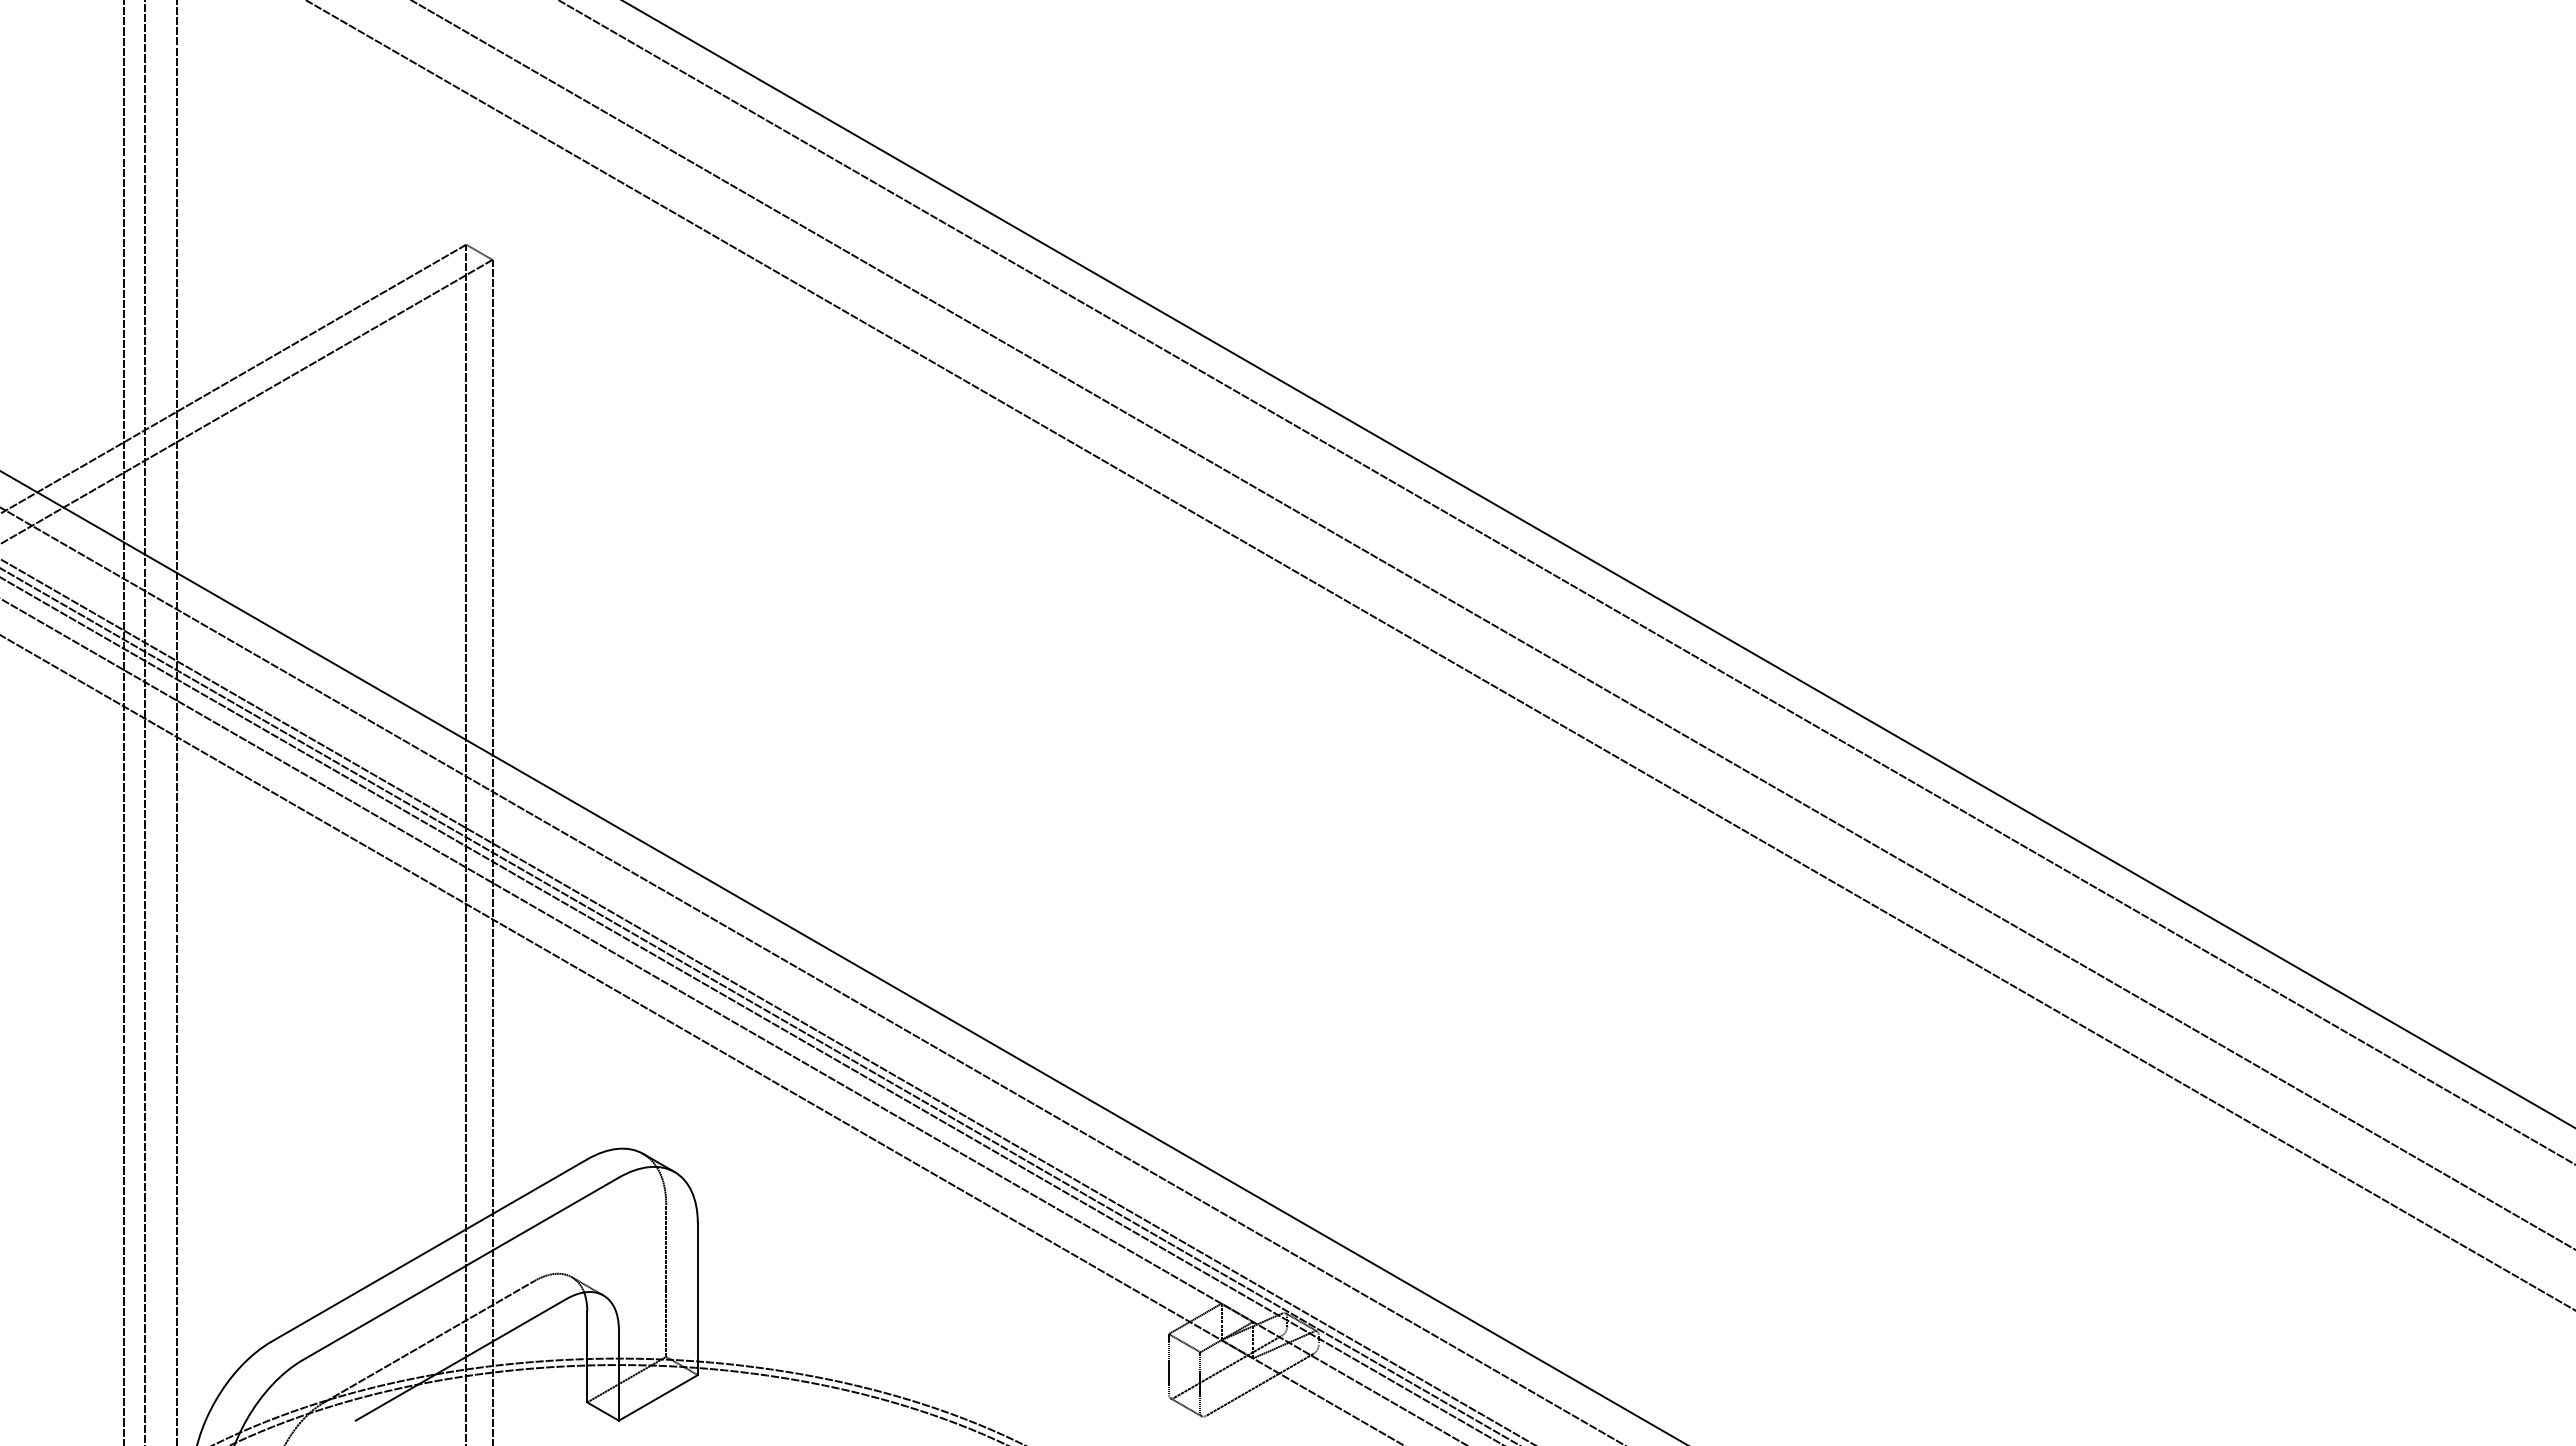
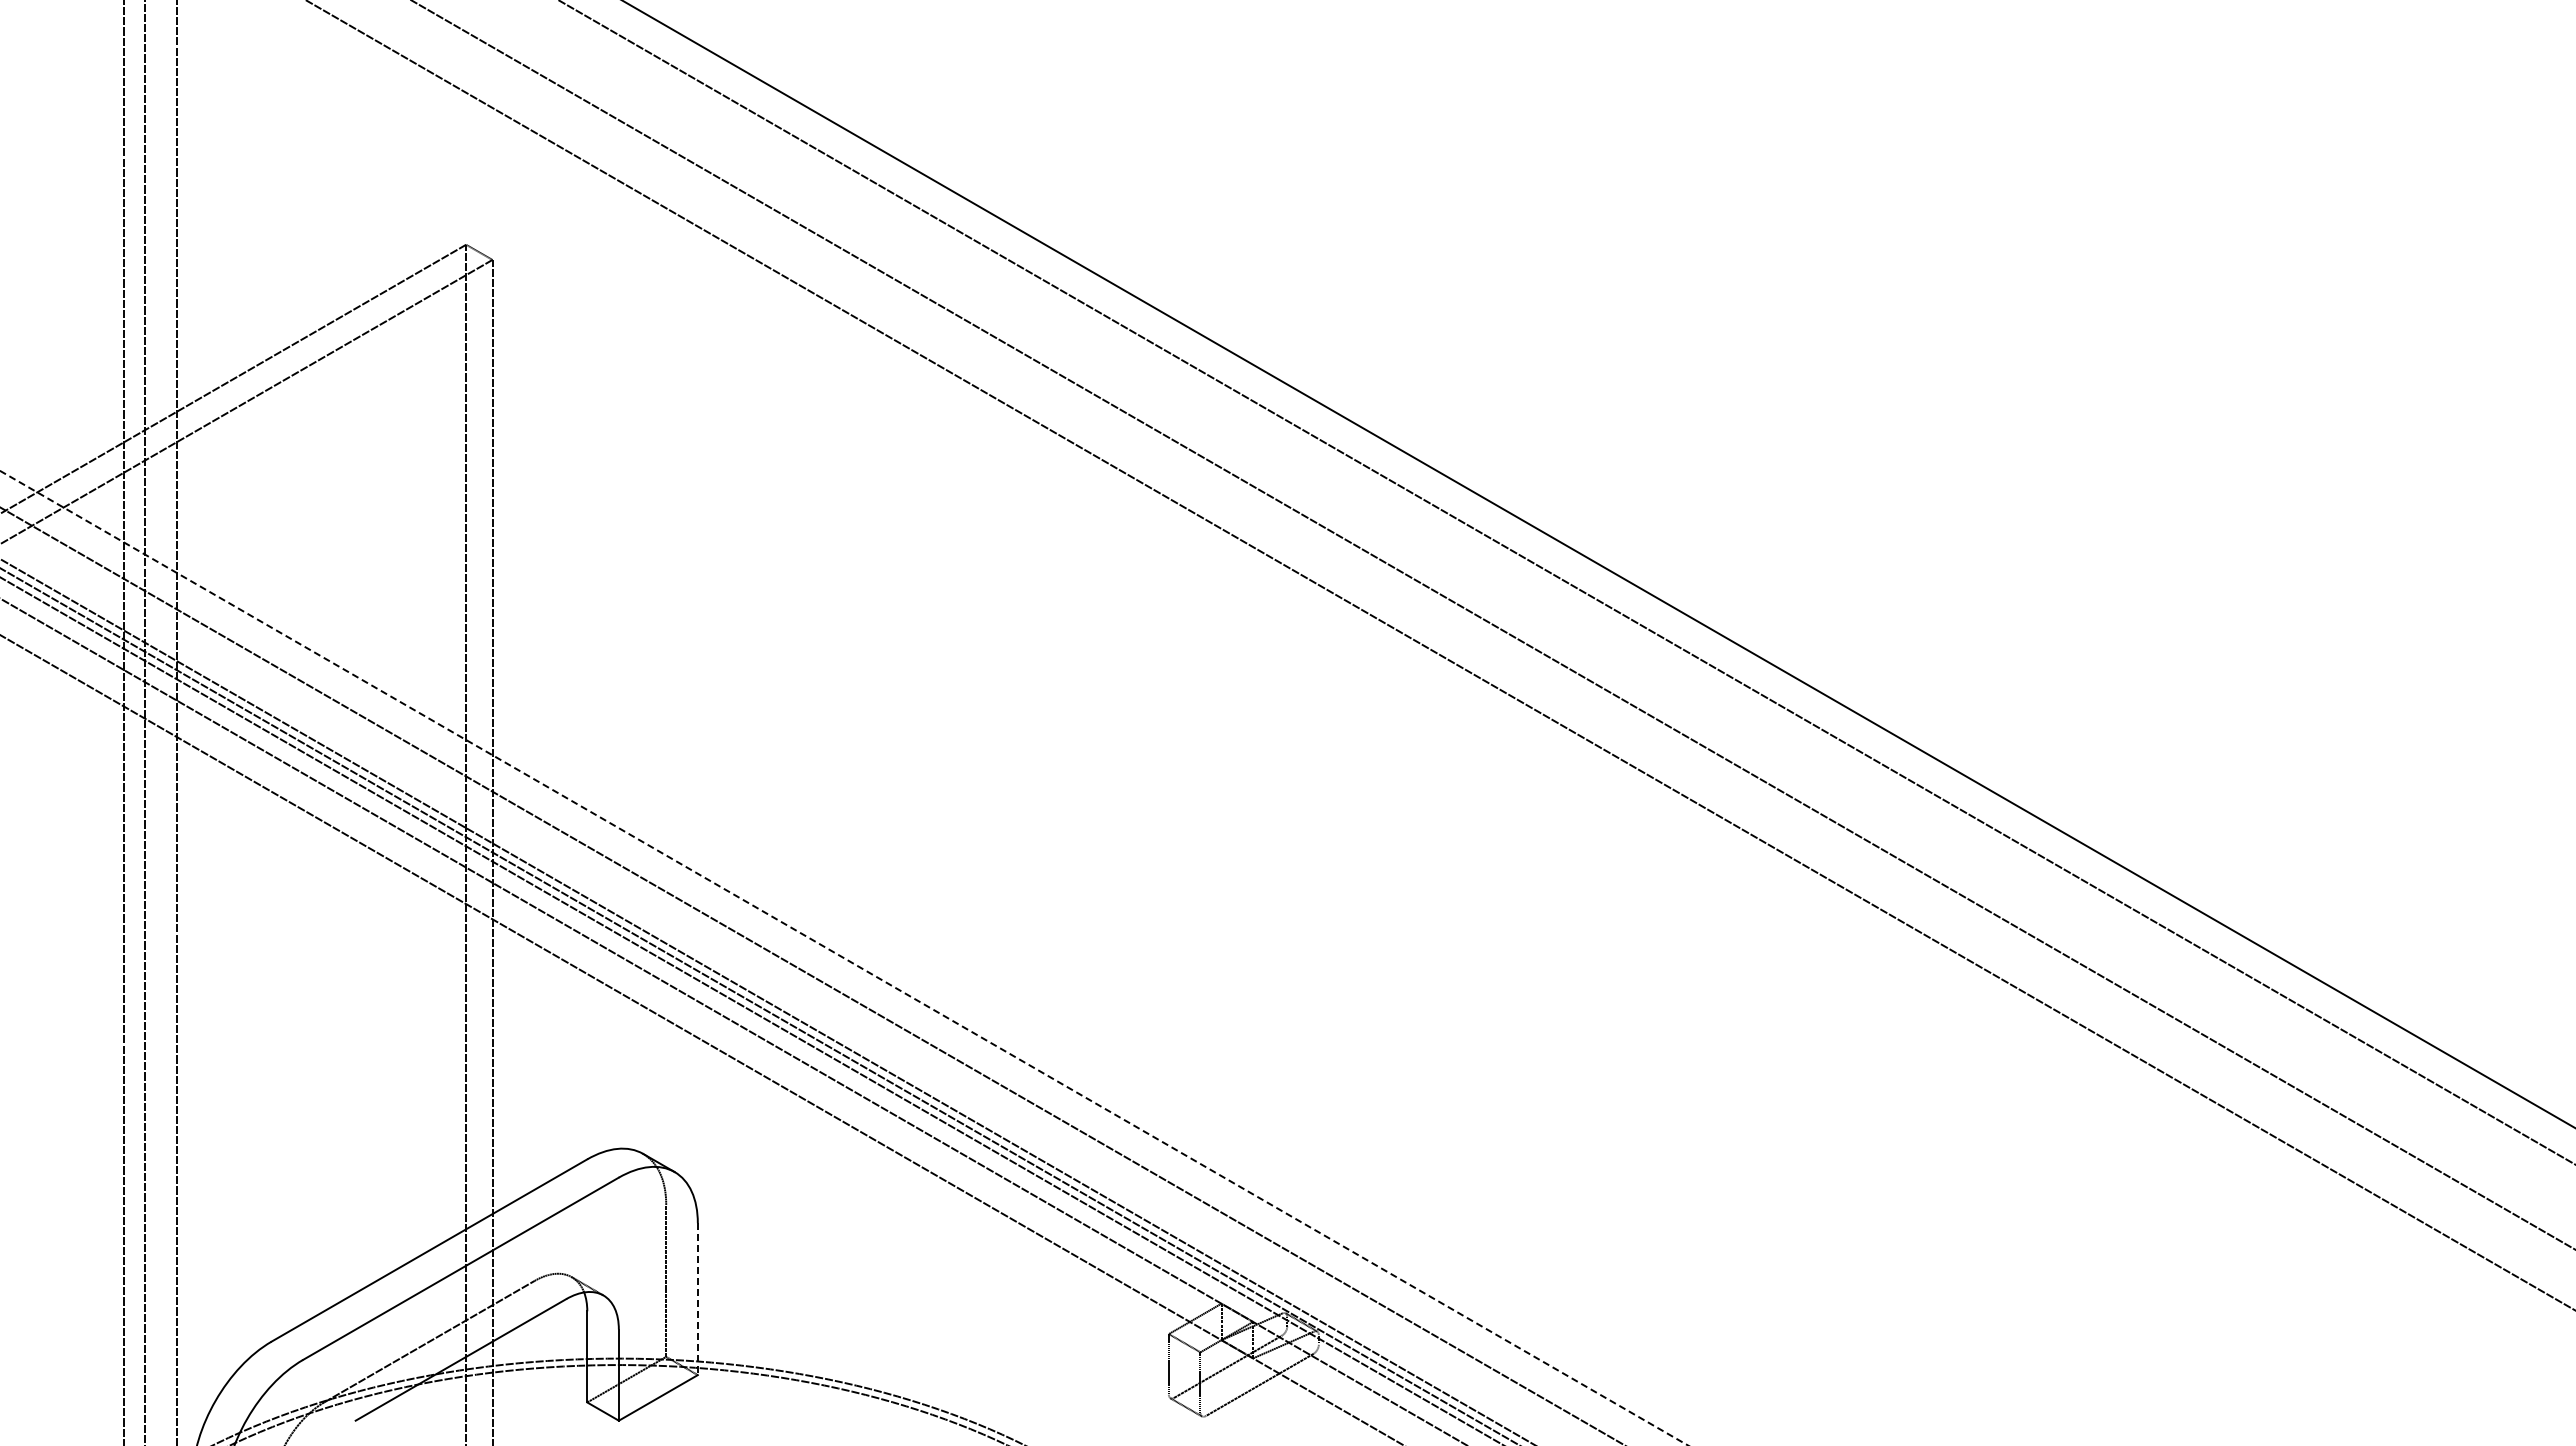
line at (845, 958): solid -> dashed
line at (697, 1299): solid -> dashed
